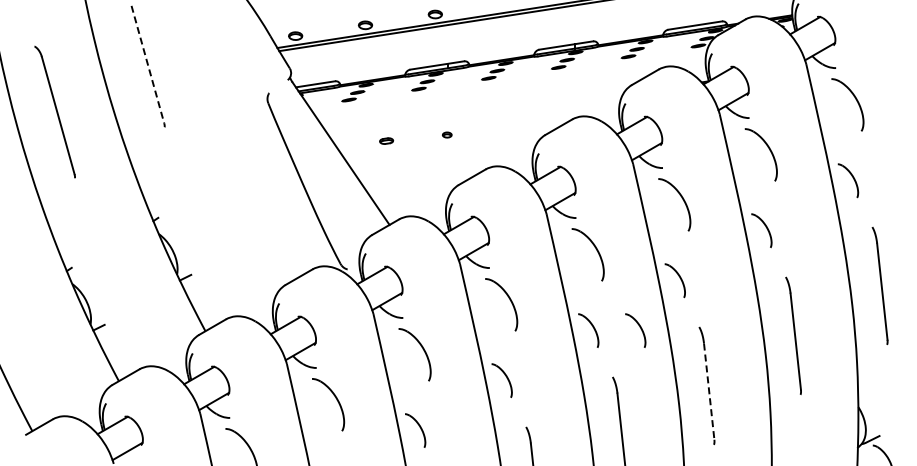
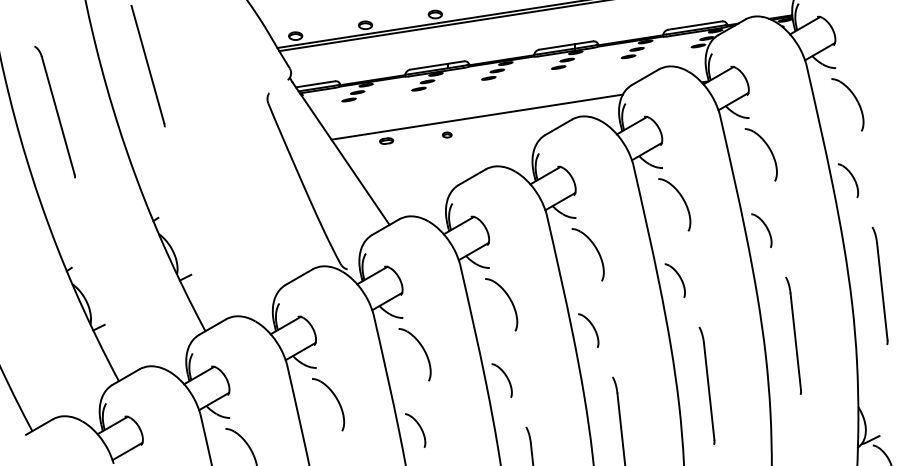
line at (147, 64): dashed -> solid
line at (476, 116): none -> present
part at (635, 330): present -> none
line at (709, 392): dashed -> solid
